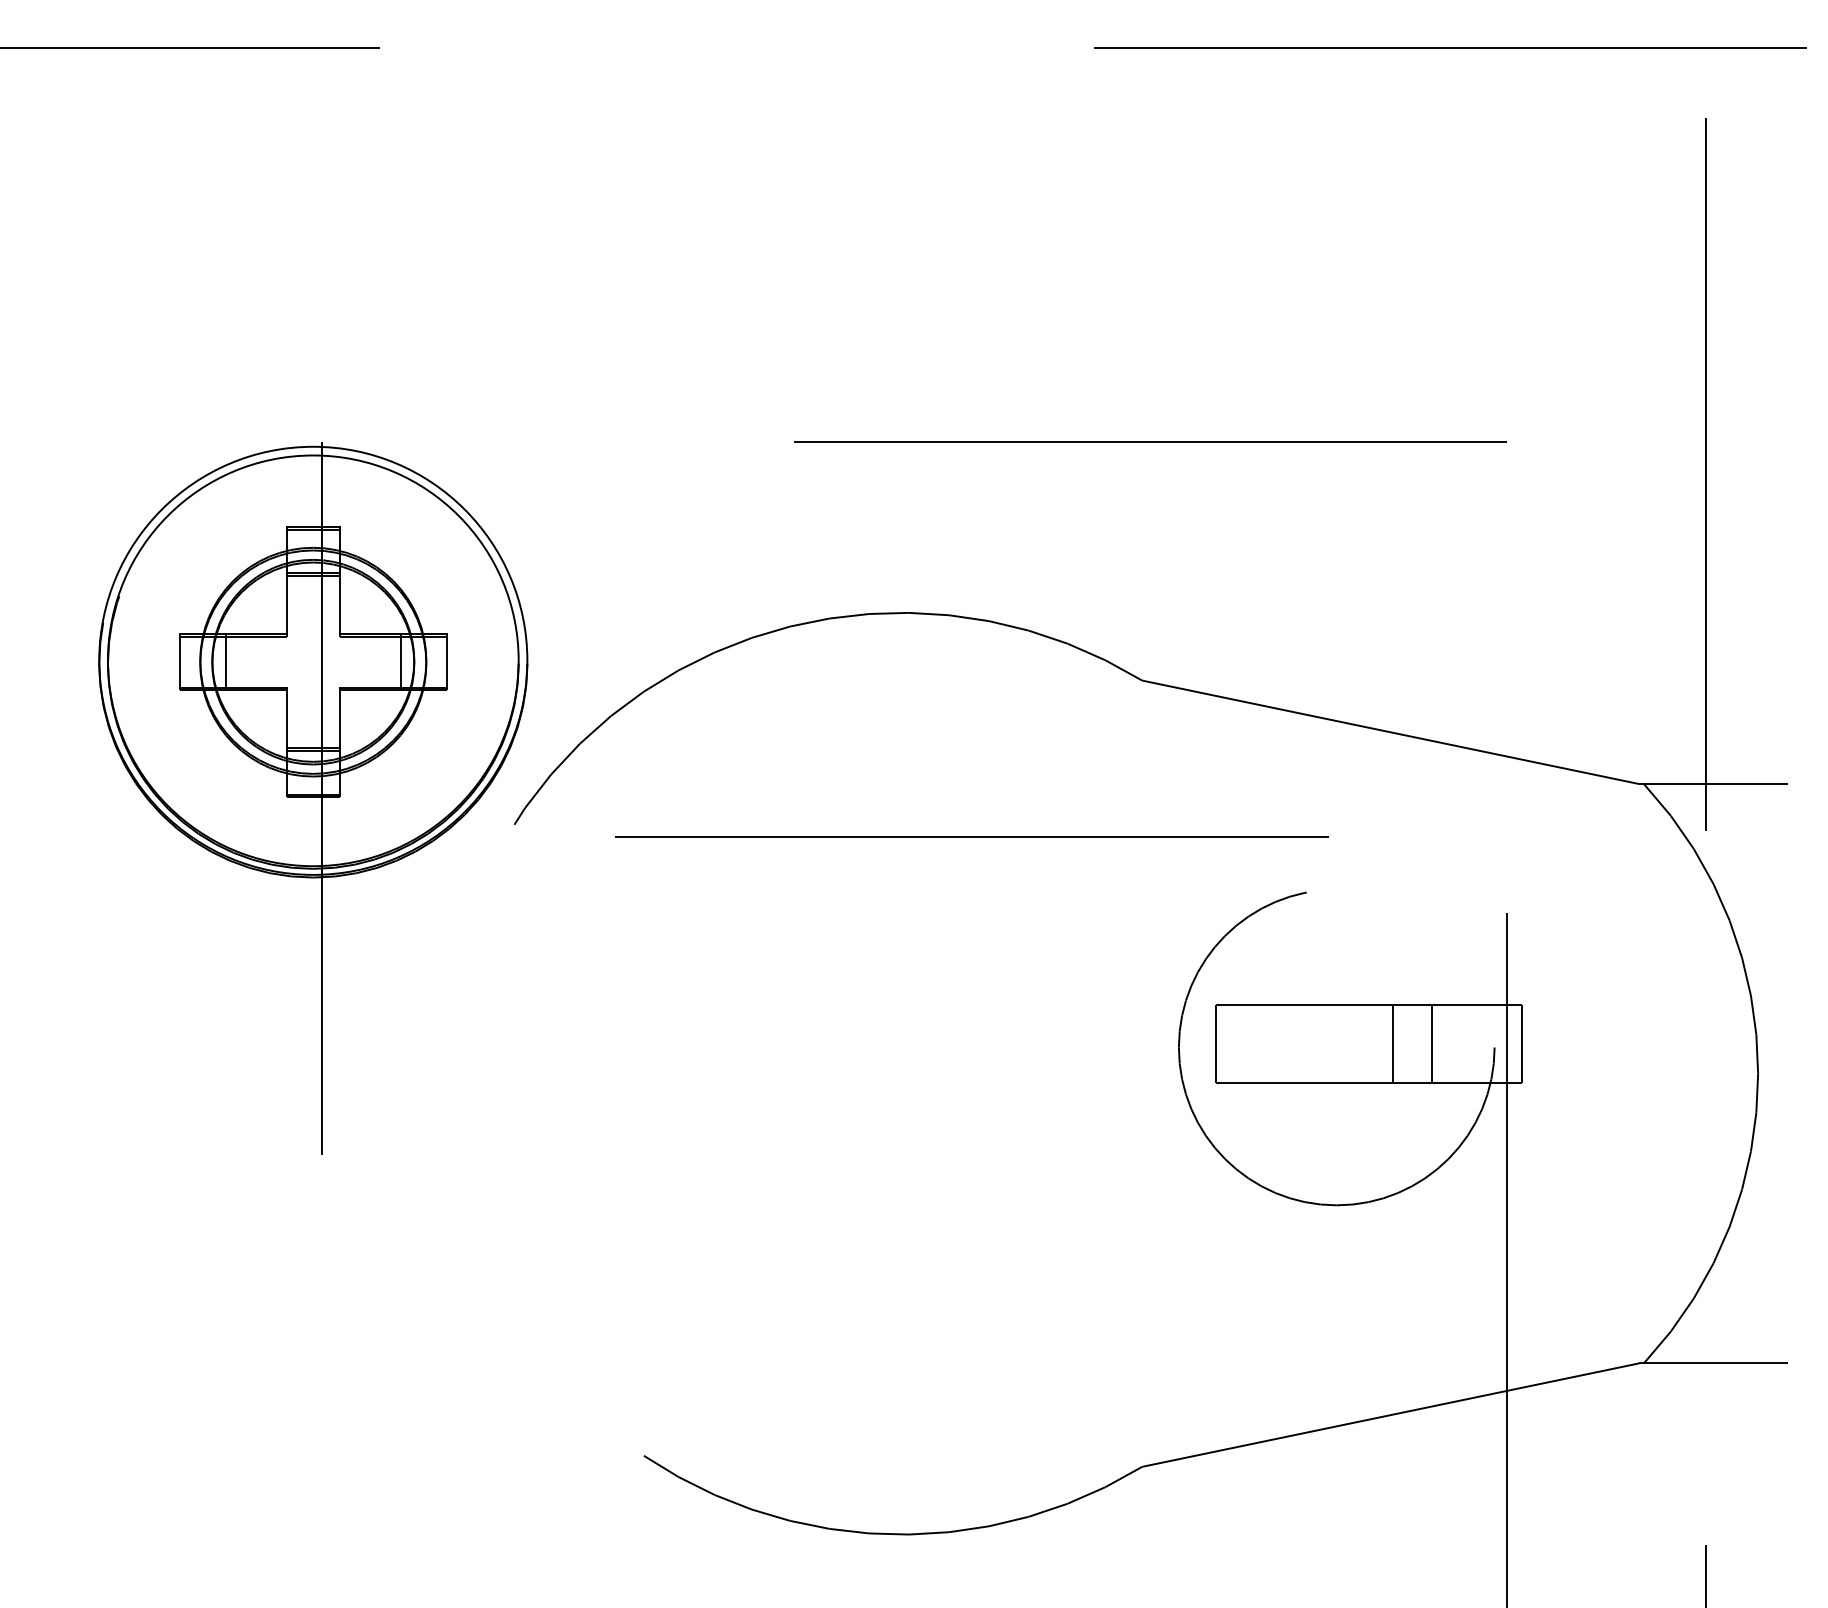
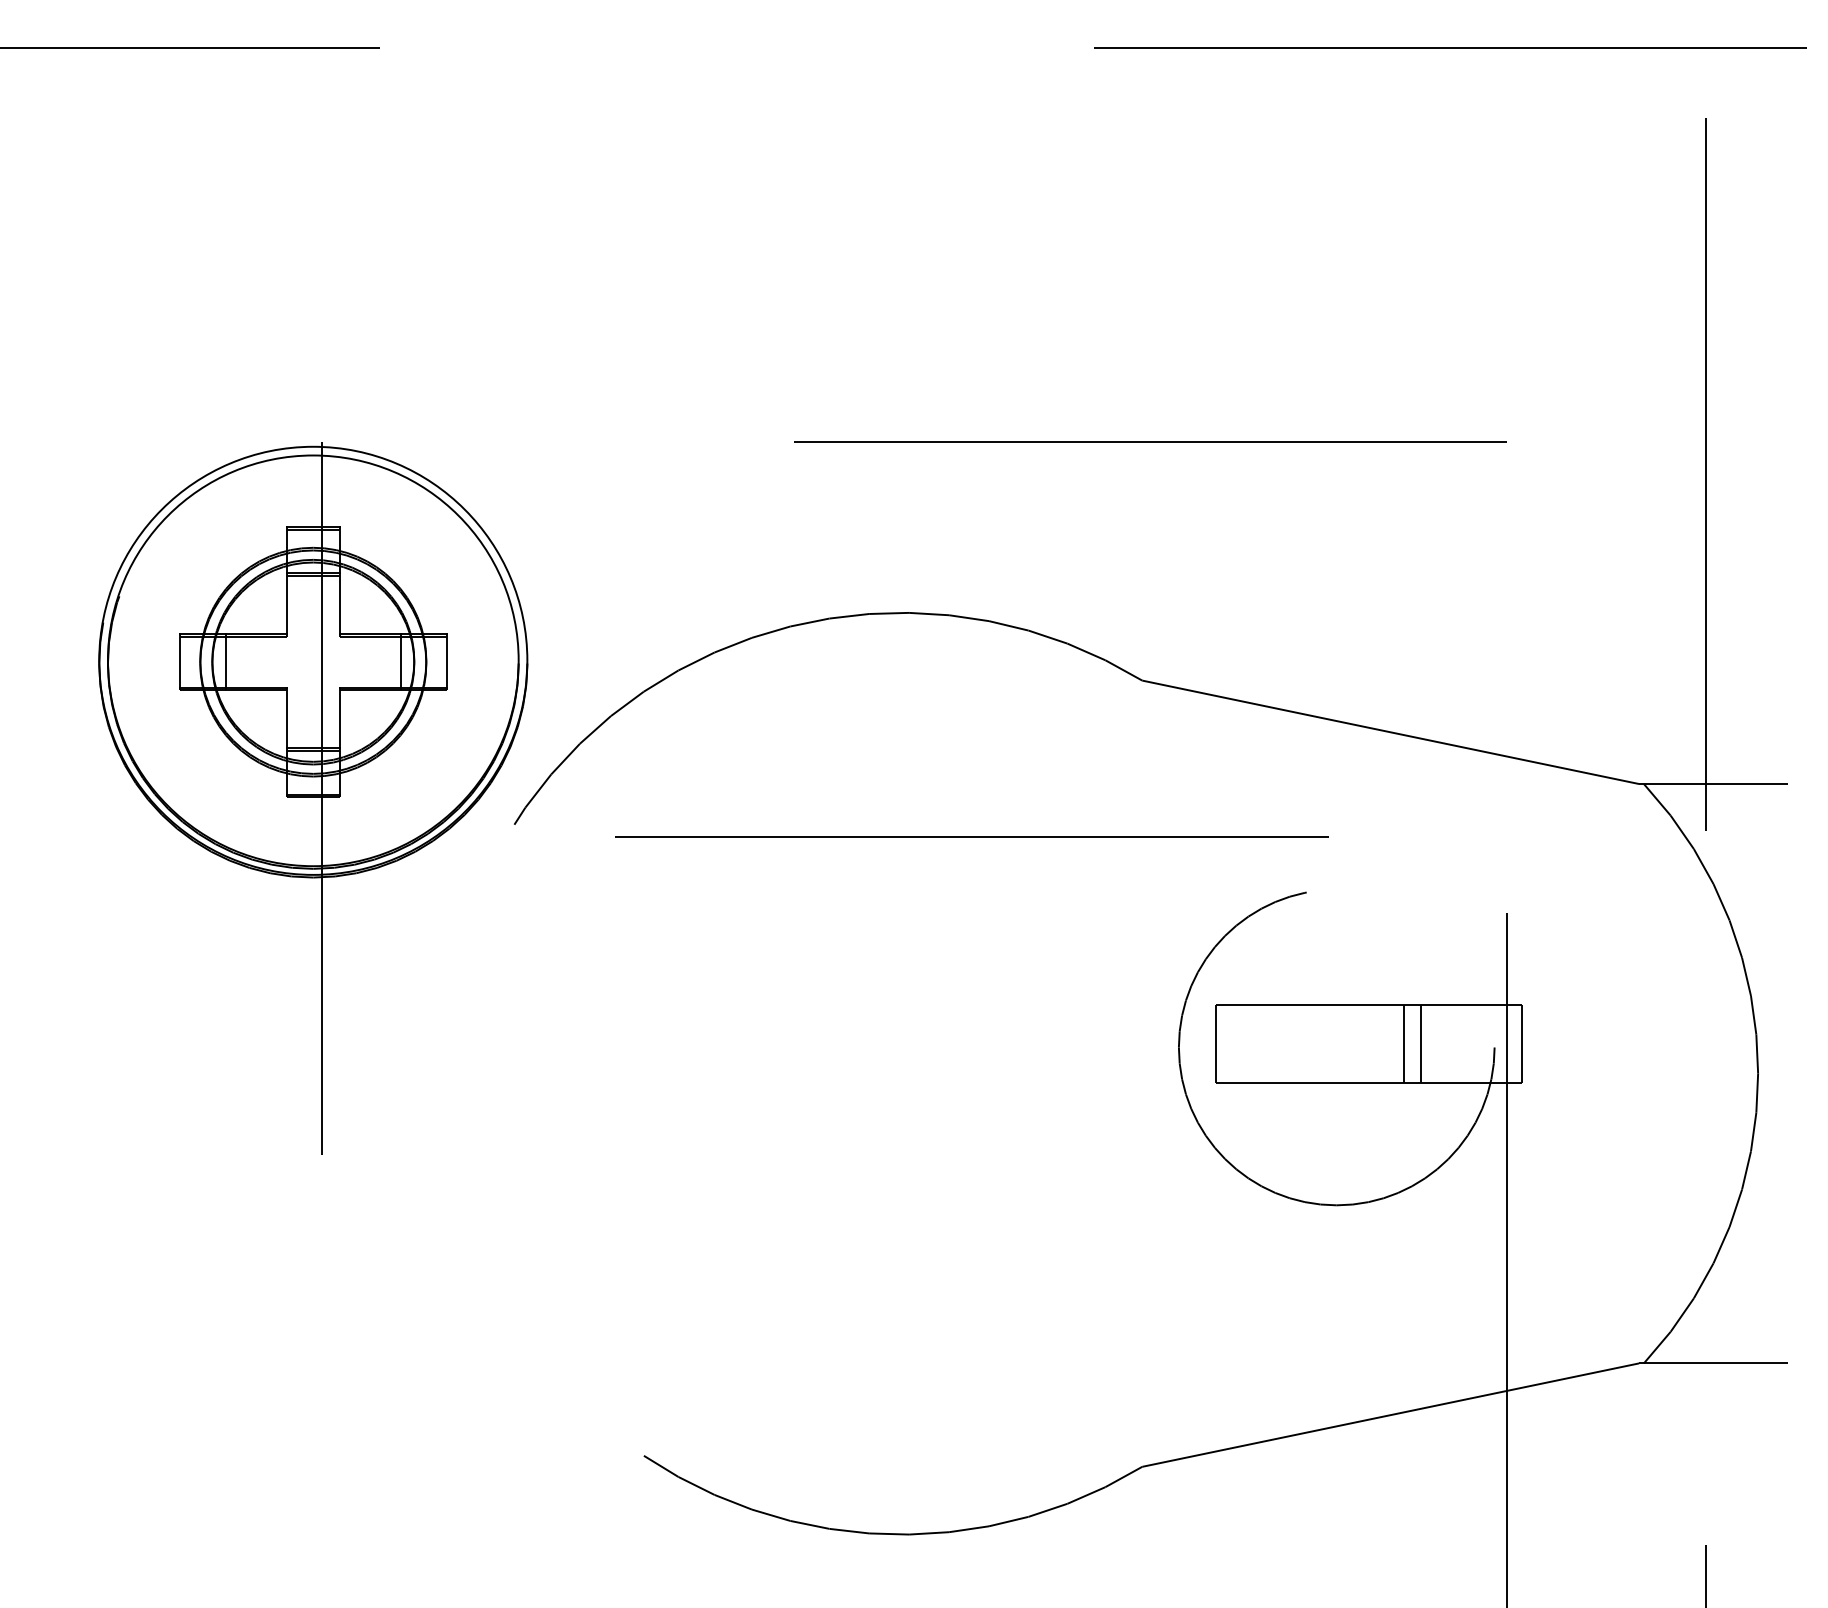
line at (1392, 1043) position: (1392, 1043) -> (1403, 1043)
line at (1431, 1043) position: (1431, 1043) -> (1420, 1043)
